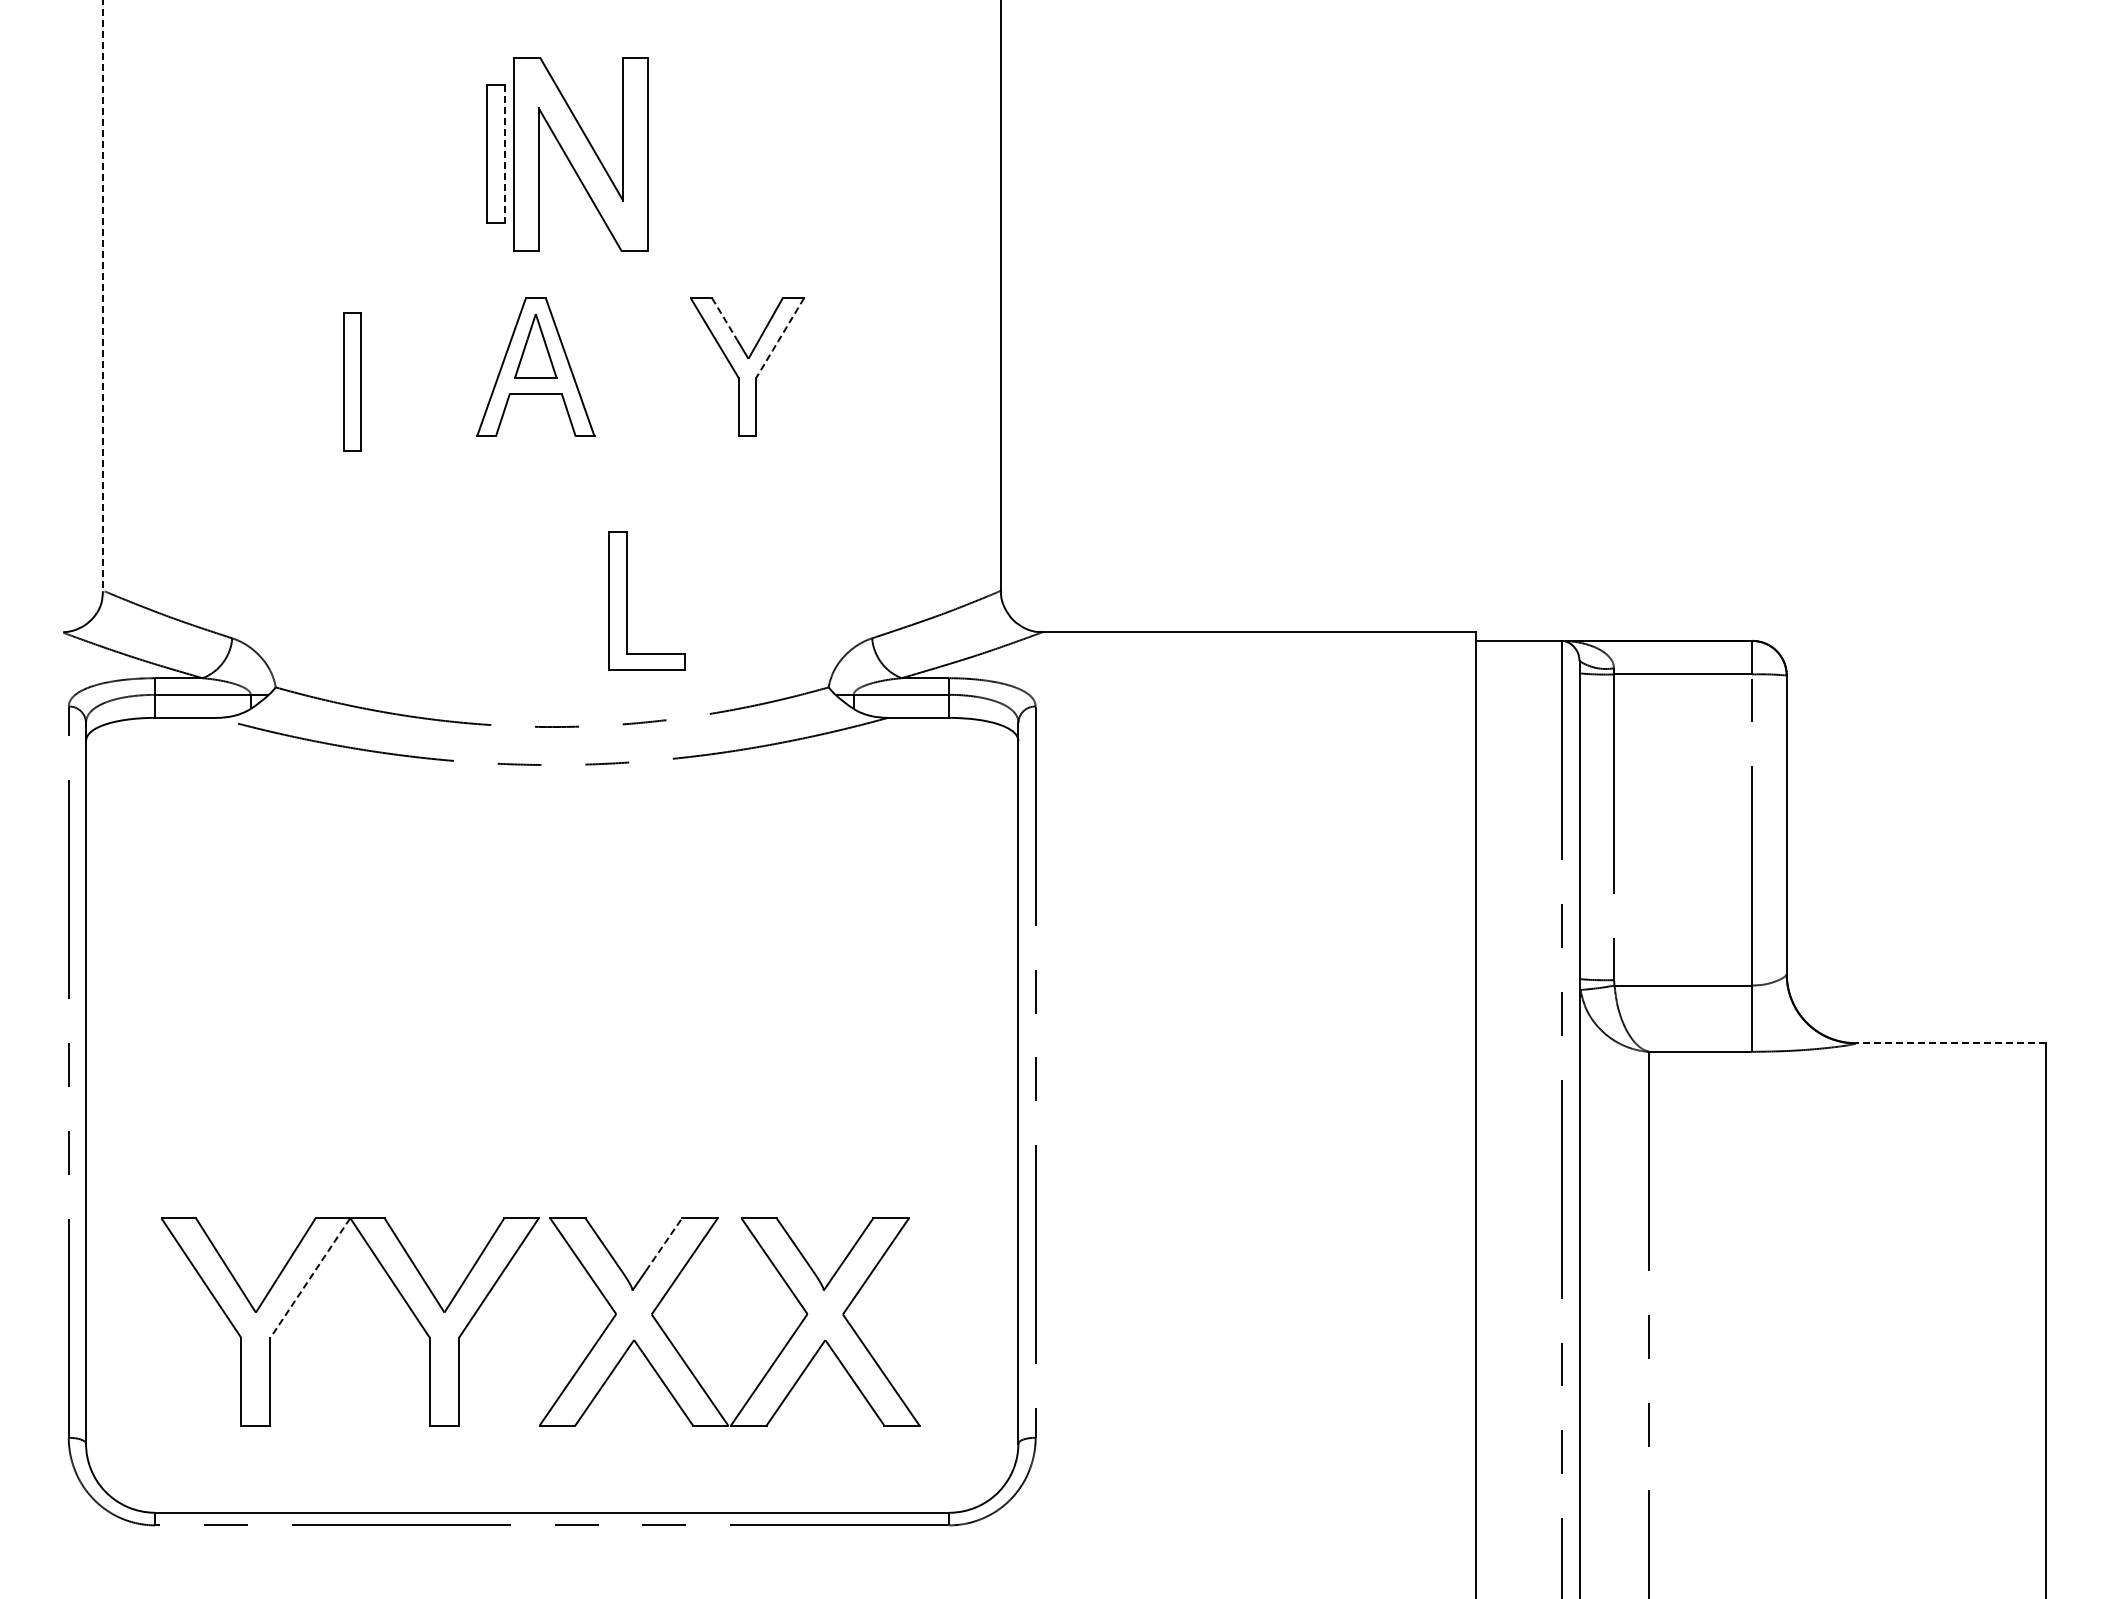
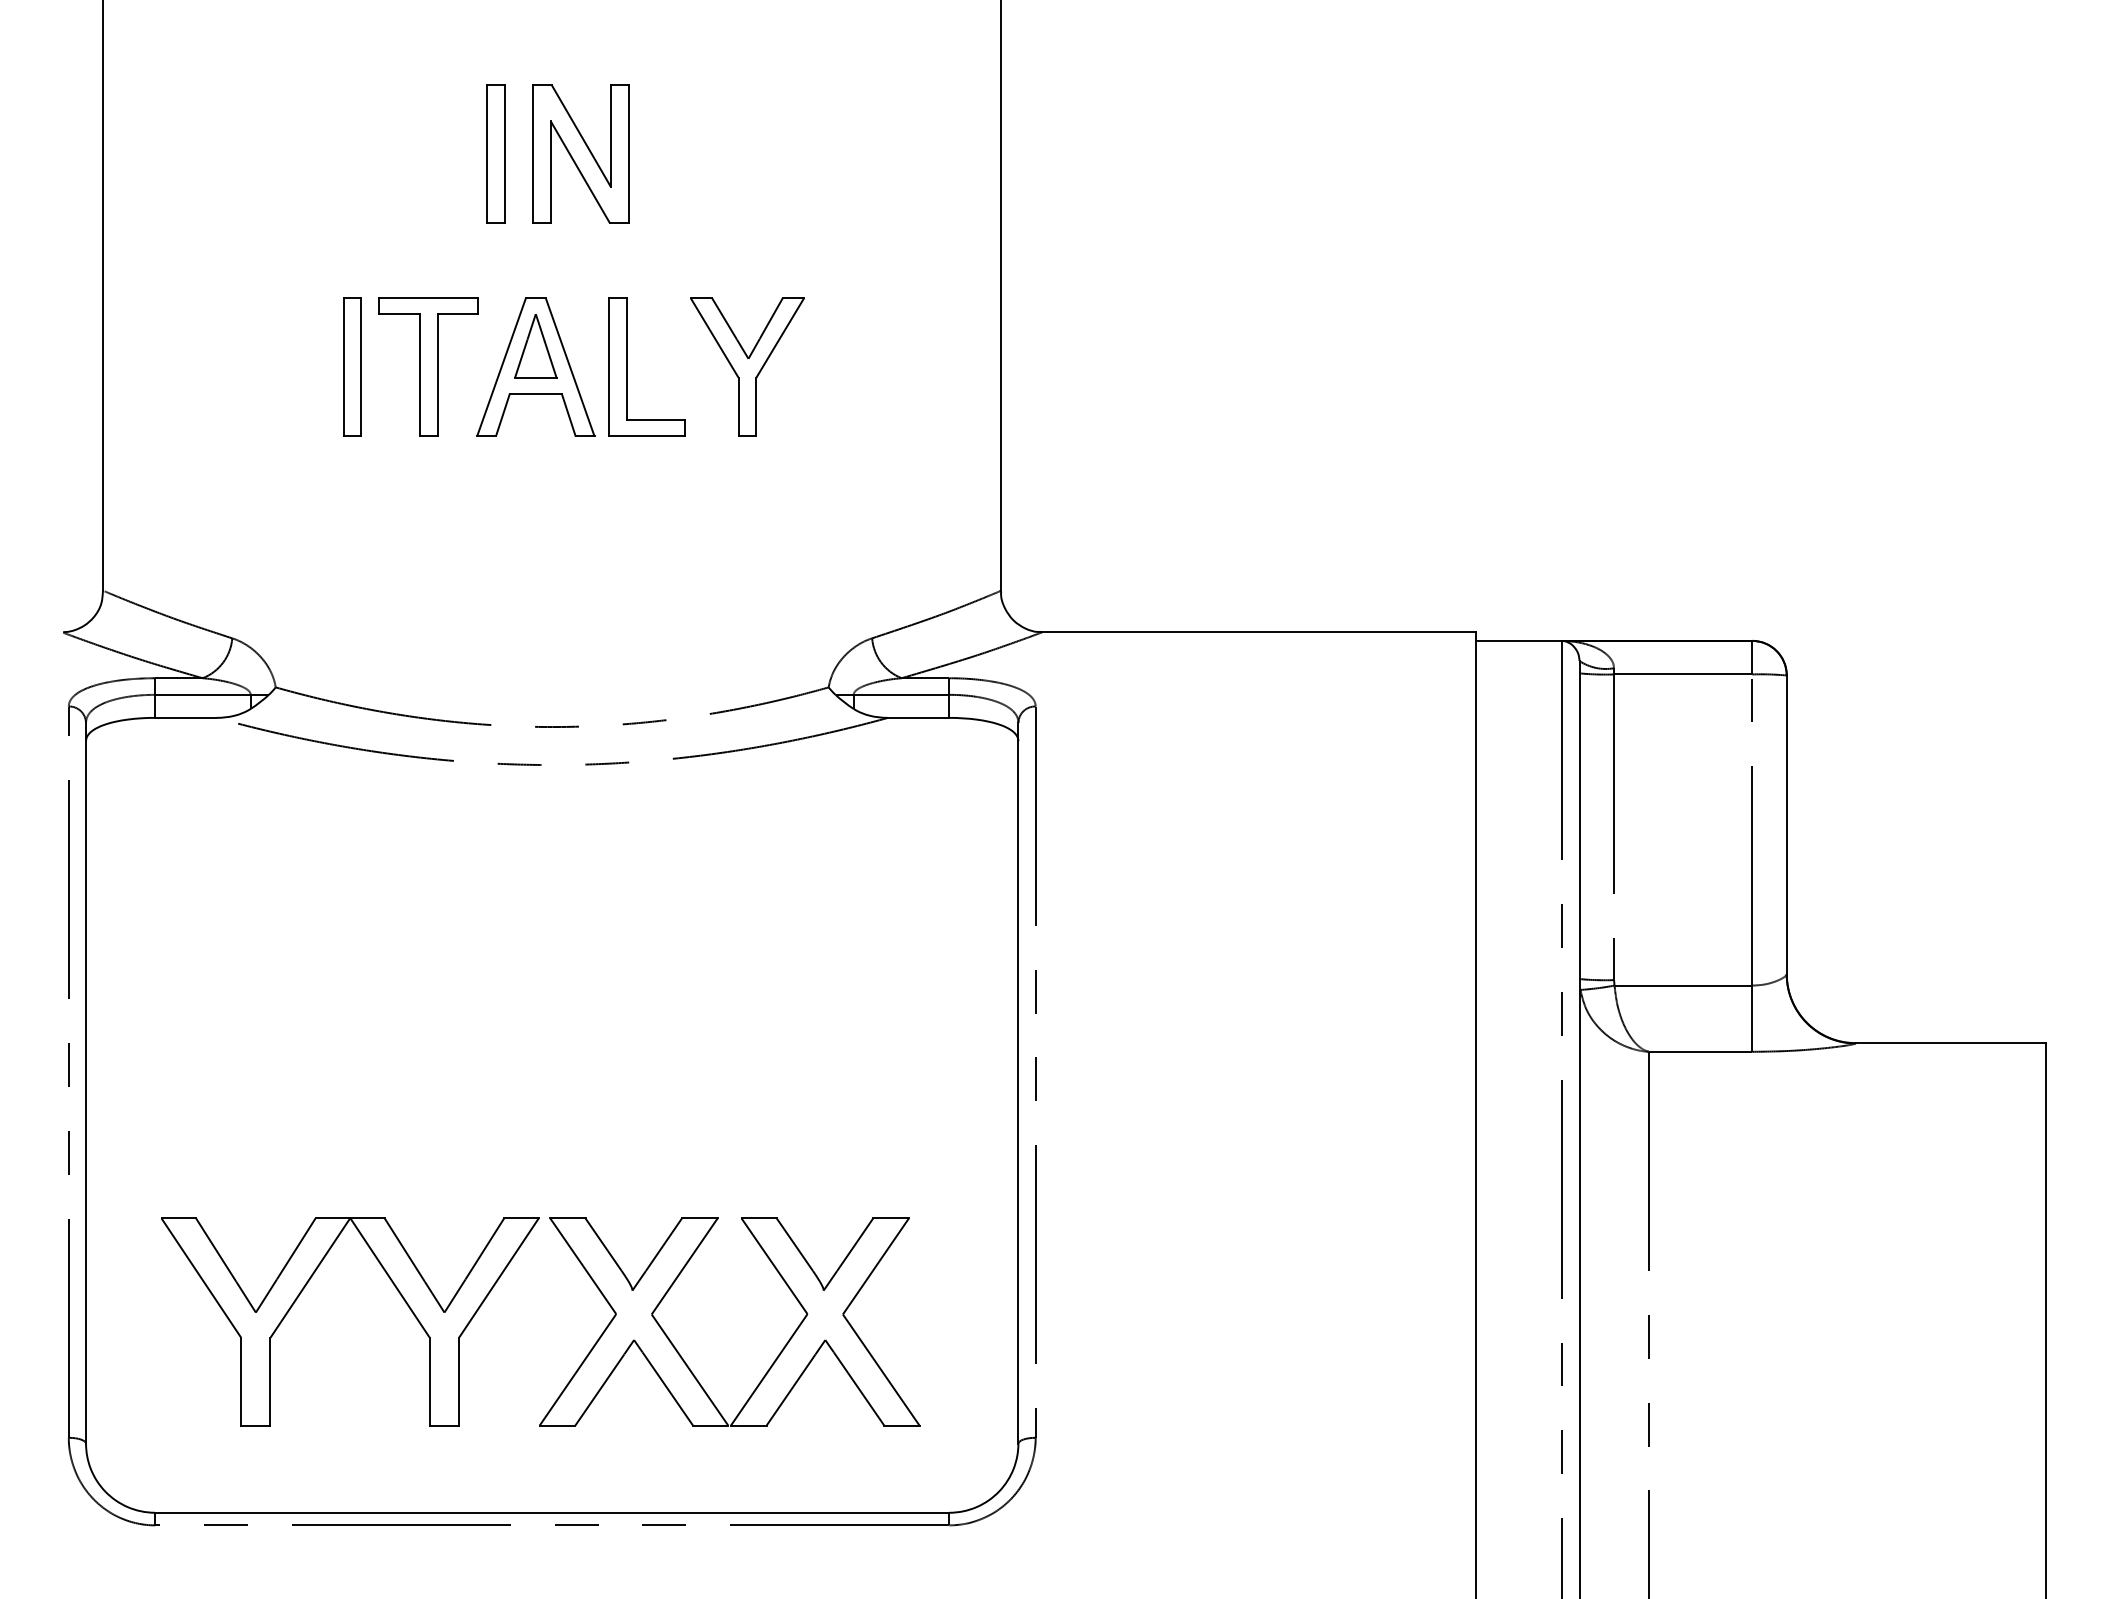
line at (504, 154): dashed -> solid
part at (580, 154) size: 136x195 px -> 98x140 px
line at (103, 296): dashed -> solid
line at (724, 318): dashed -> solid
line at (780, 337): dashed -> solid
part at (428, 366): none -> present
part at (352, 381) position: (352, 381) -> (352, 366)
part at (627, 600) position: (627, 600) -> (627, 366)
line at (1950, 1043): dashed -> solid
line at (664, 1244): dashed -> solid
line at (310, 1278): dashed -> solid
